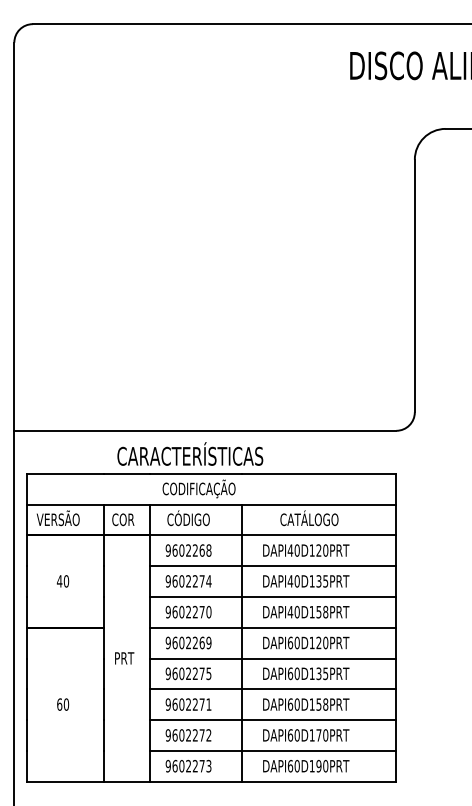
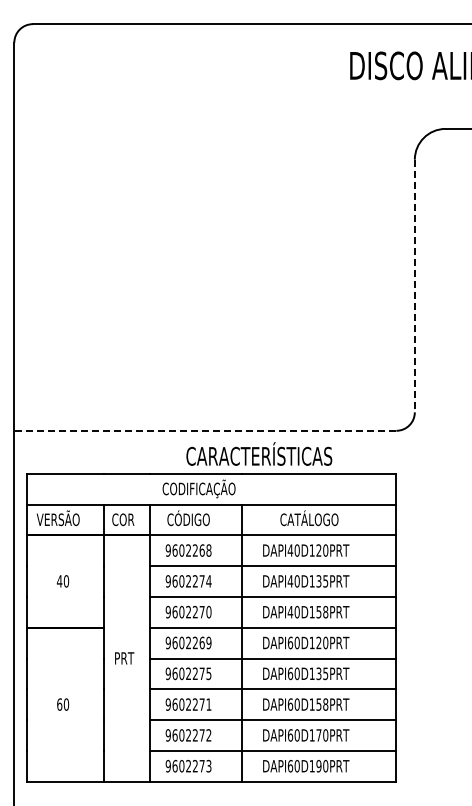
line at (414, 286): solid -> dashed
line at (204, 430): solid -> dashed
text at (190, 453) position: (190, 453) -> (259, 453)
